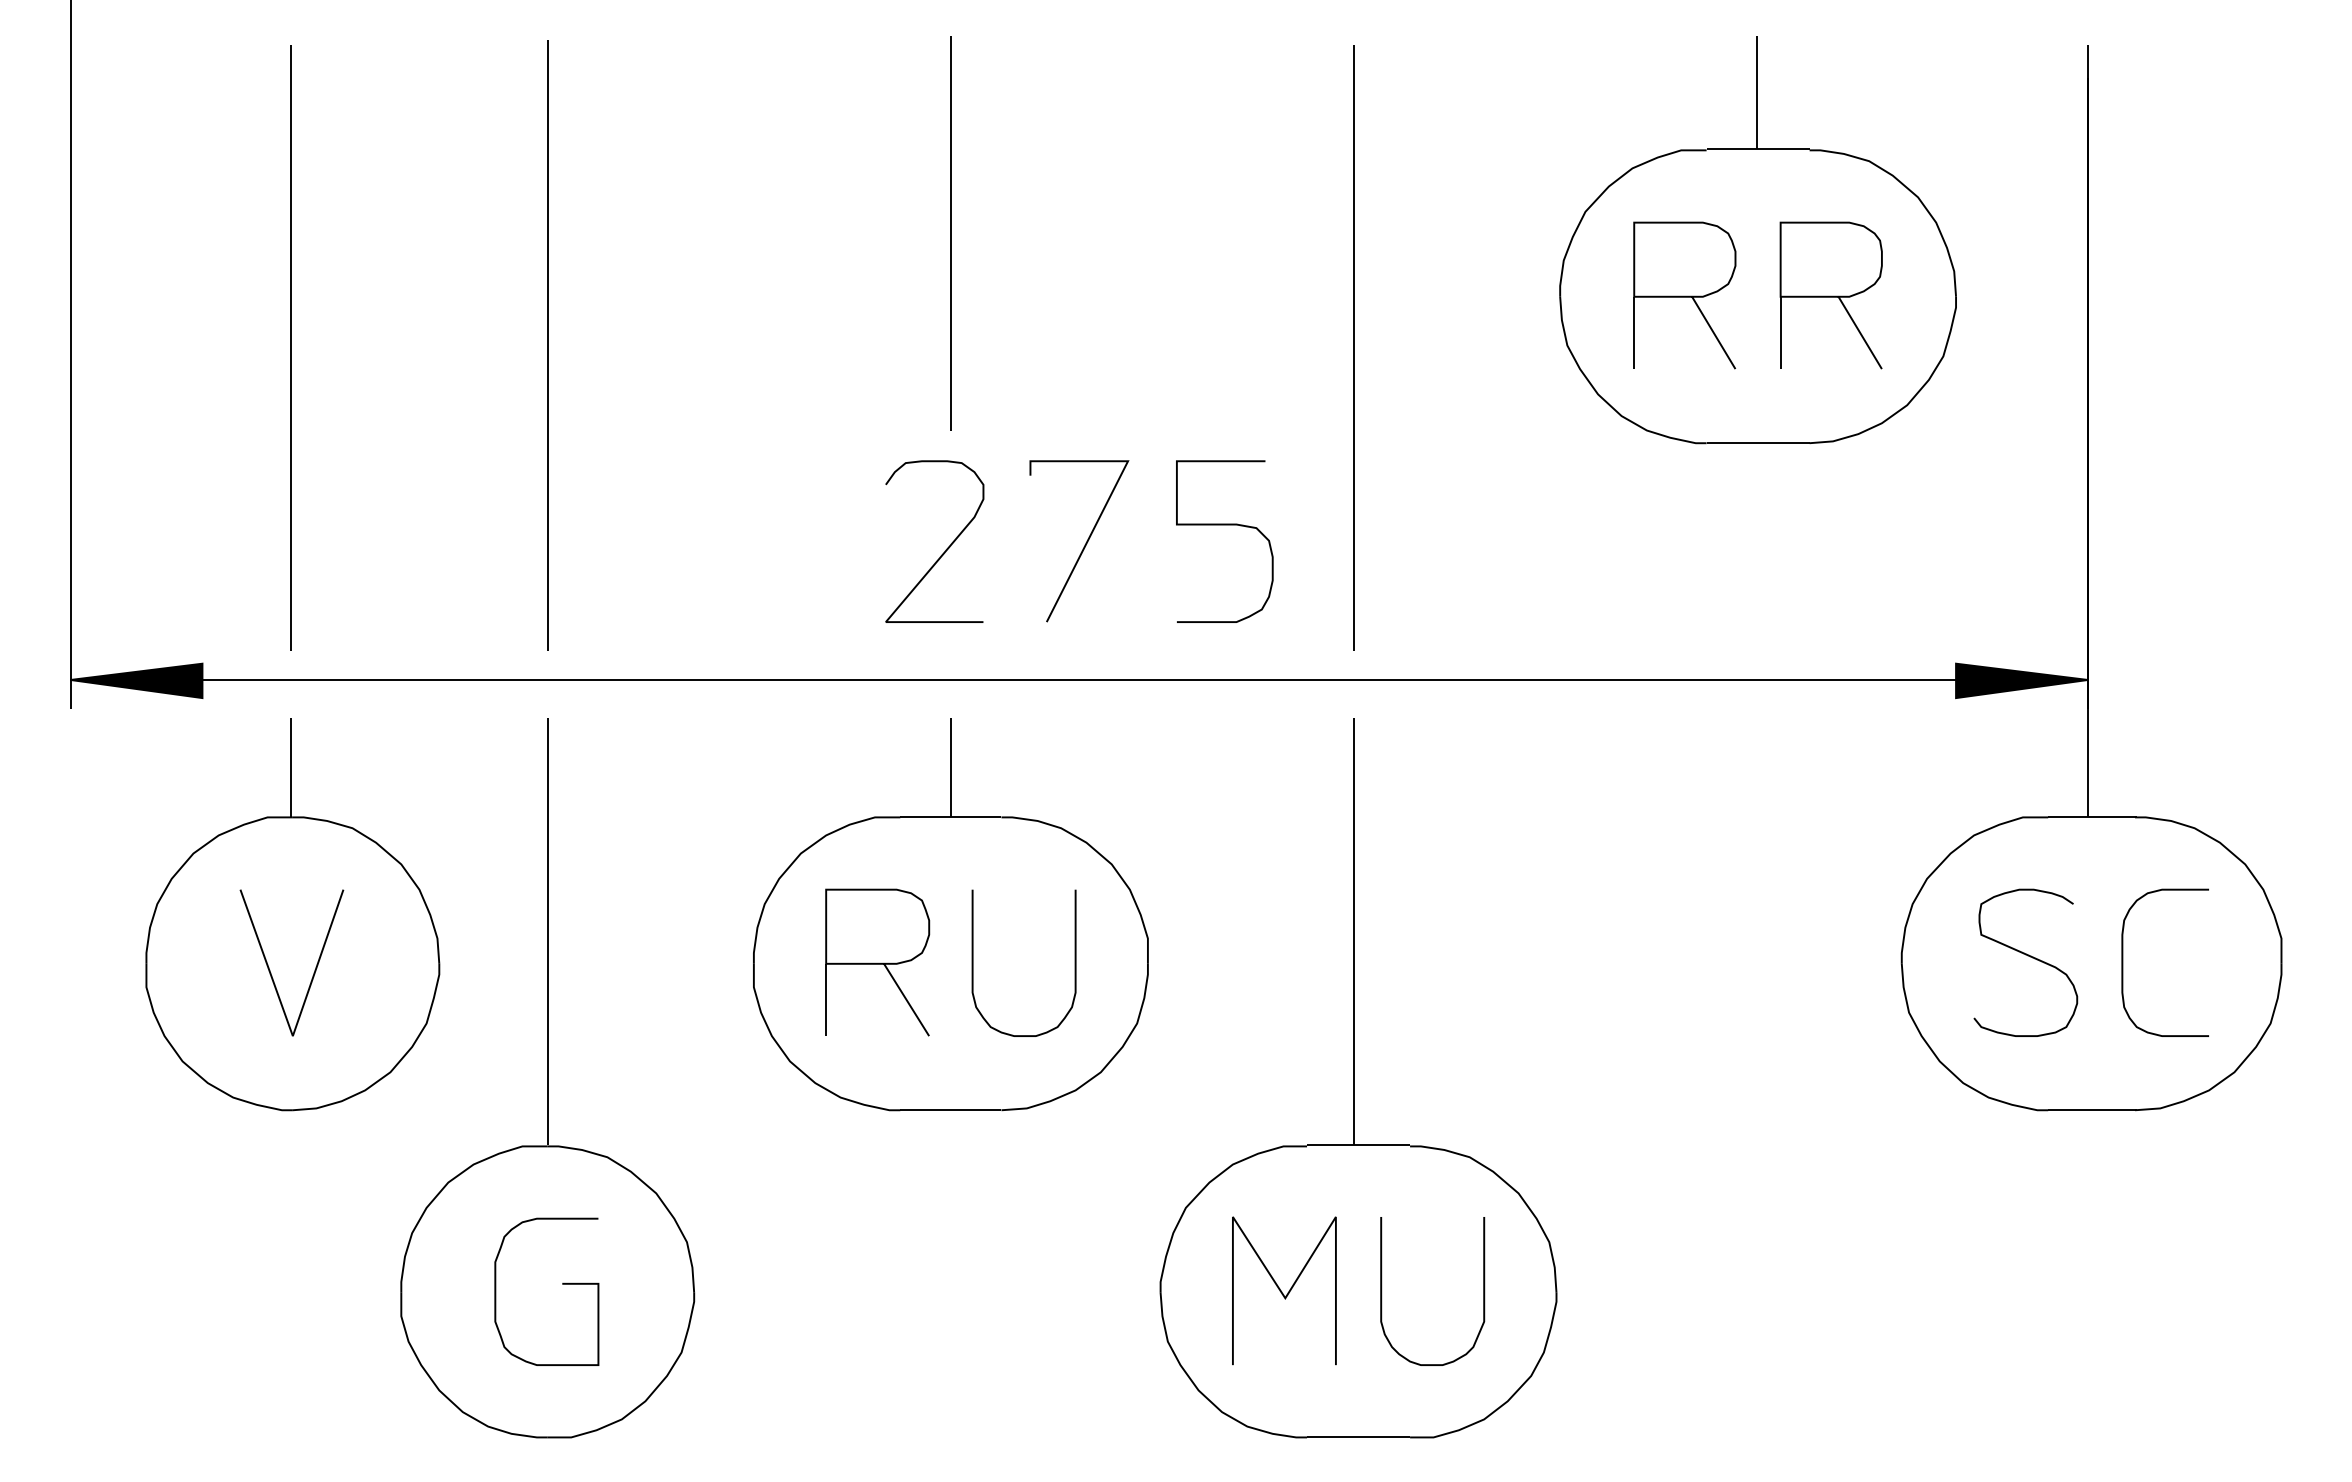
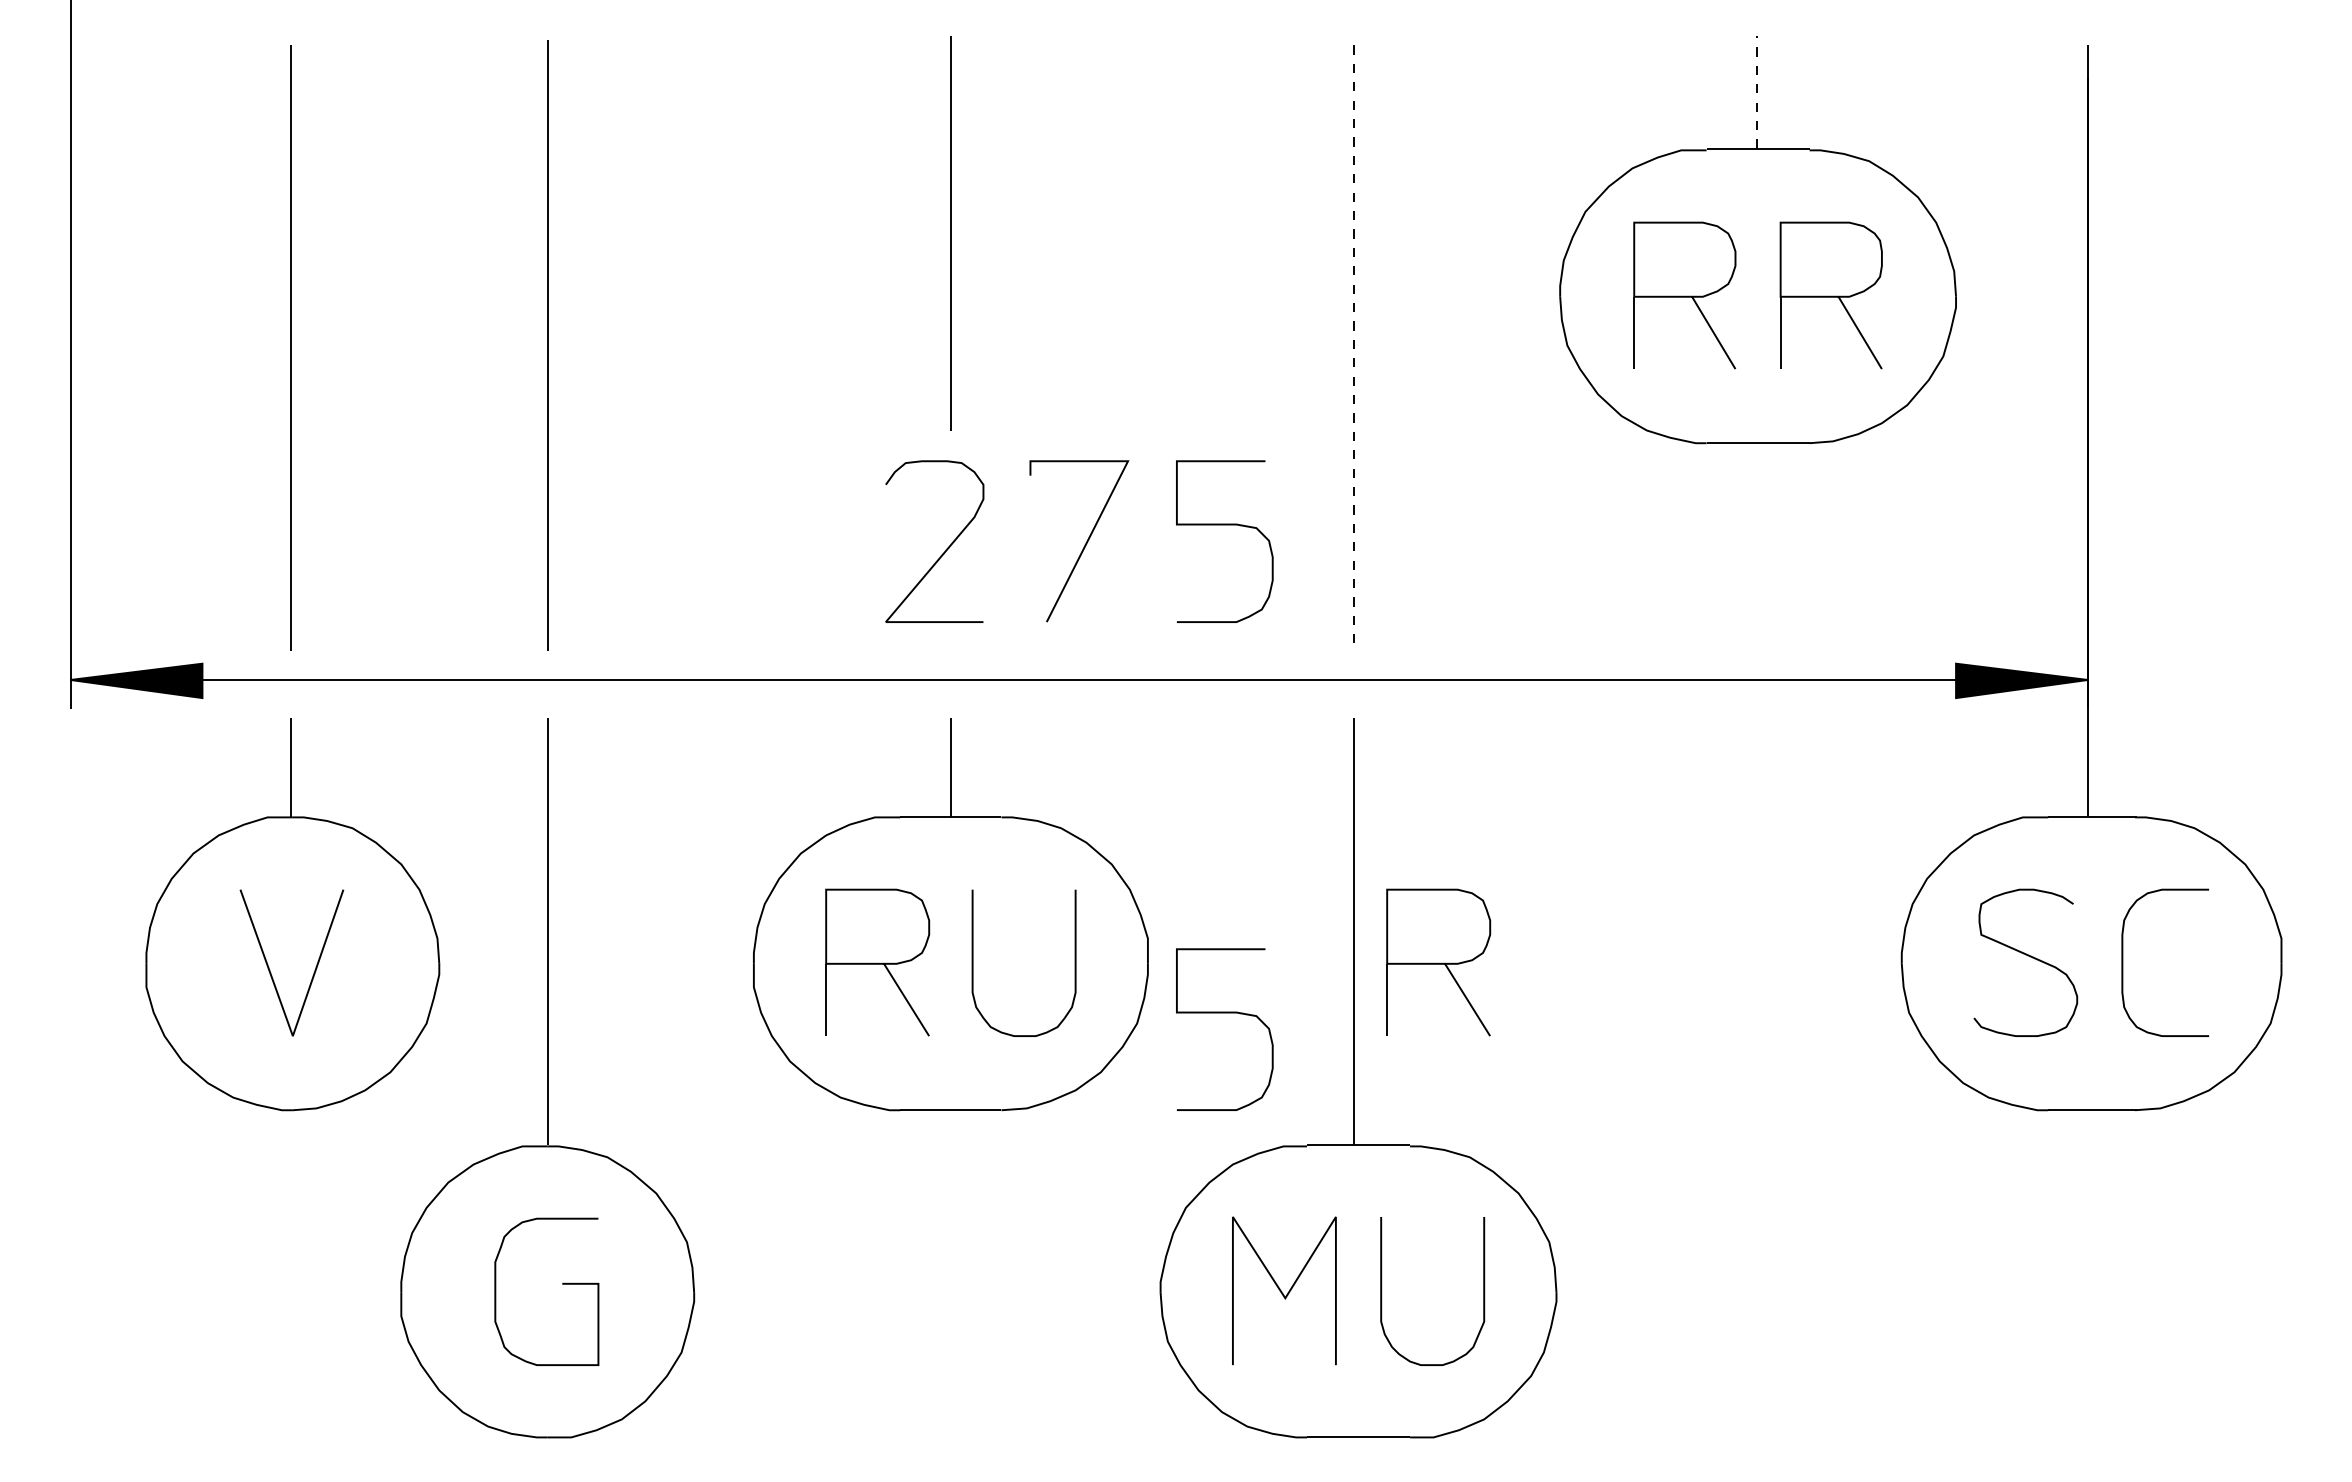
line at (1757, 91): solid -> dashed
line at (1354, 348): solid -> dashed
part at (1438, 962): none -> present
curve at (1224, 1013): none -> present
